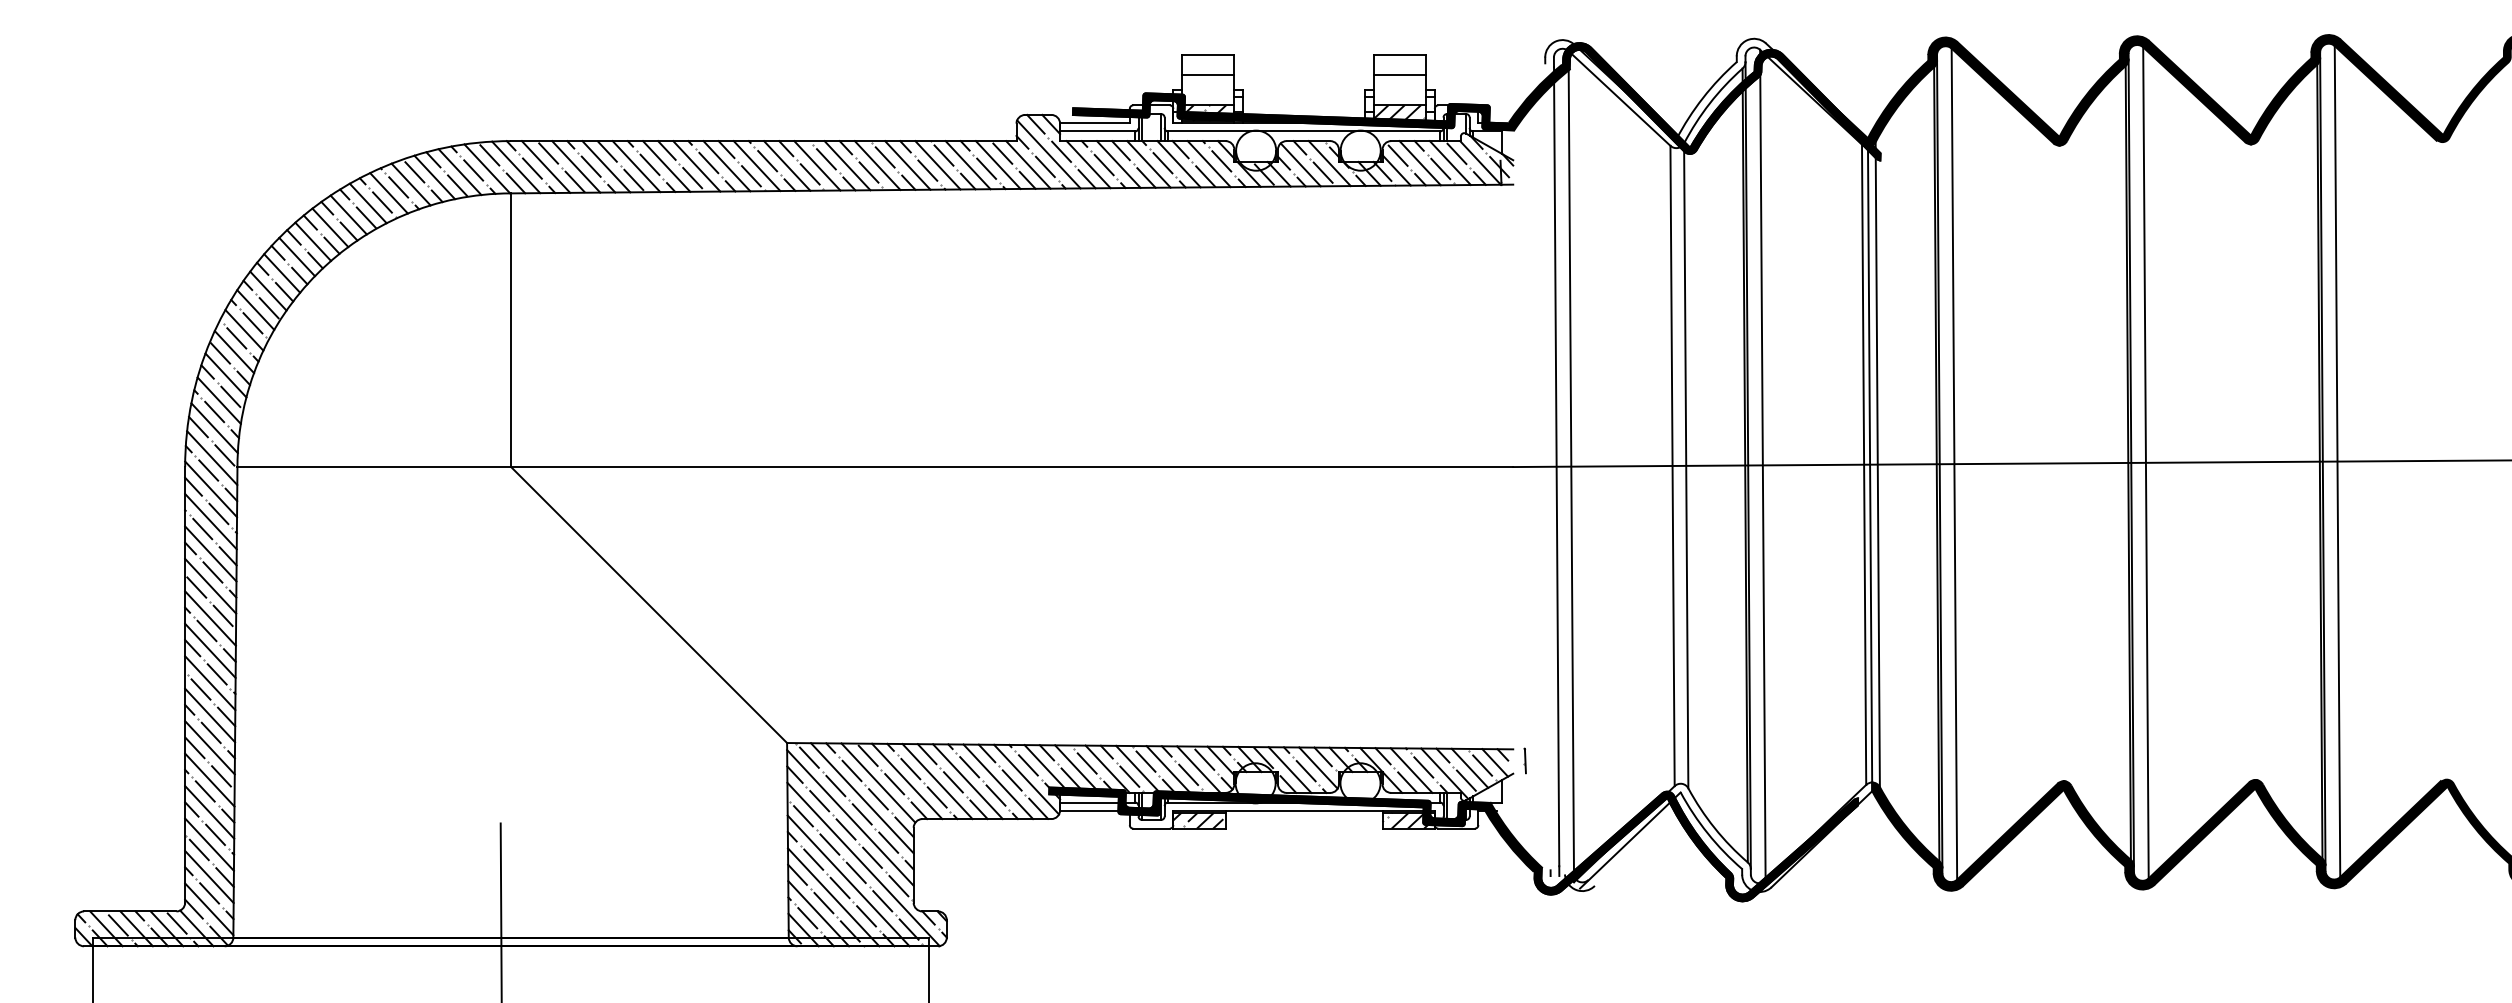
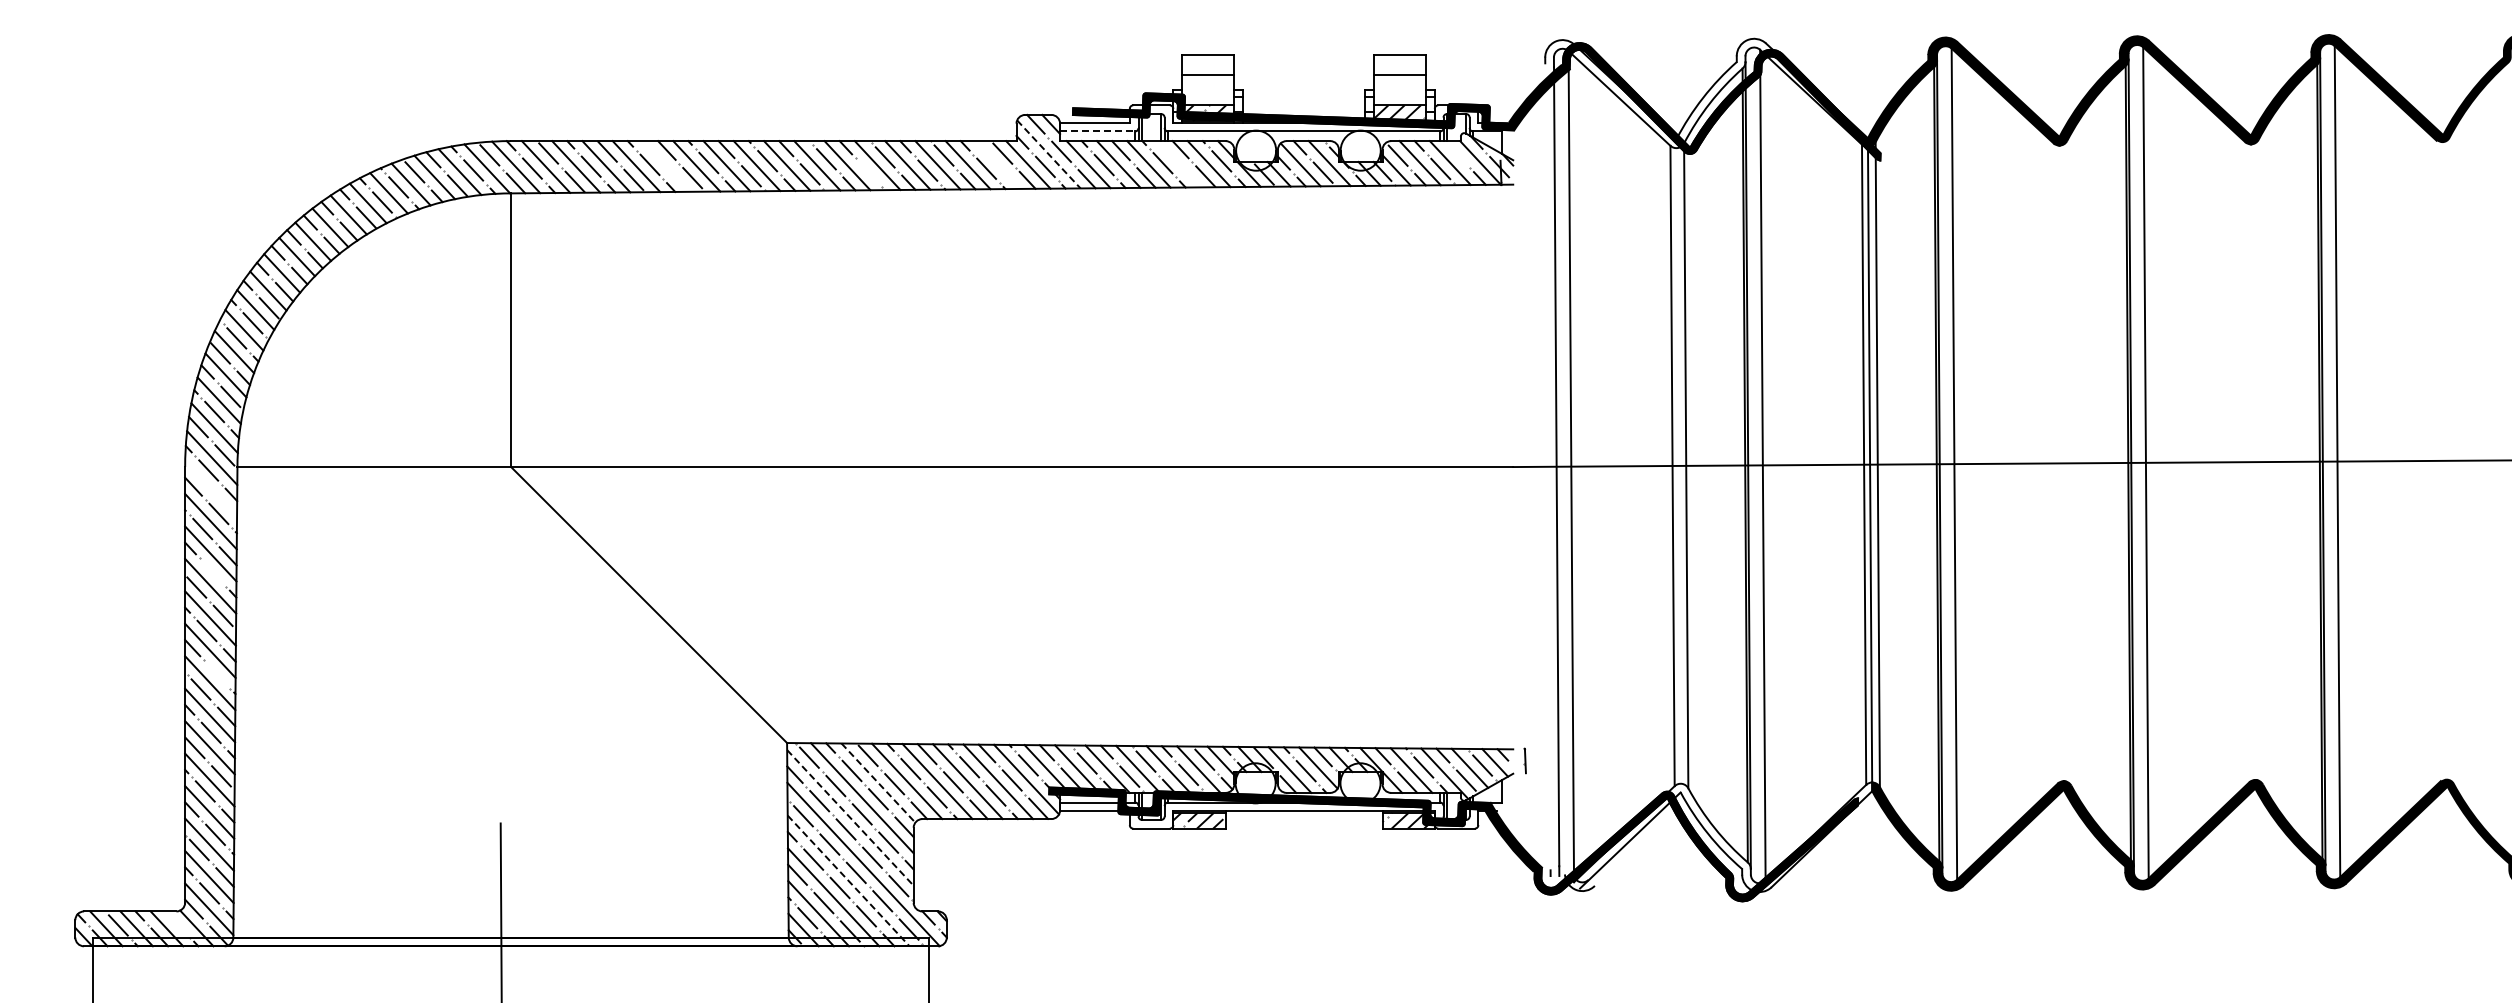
line at (1098, 131): solid -> dashed
line at (1456, 153): present -> none
line at (1048, 154): solid -> dashed
line at (997, 164): present -> none
line at (1178, 164): present -> none
line at (666, 166): present -> none
line at (868, 172): present -> none
line at (211, 489): present -> none
line at (212, 572): present -> none
line at (216, 674): present -> none
line at (878, 783): solid -> dashed
line at (850, 817): solid -> dashed
line at (849, 881): solid -> dashed
line at (176, 923): present -> none
